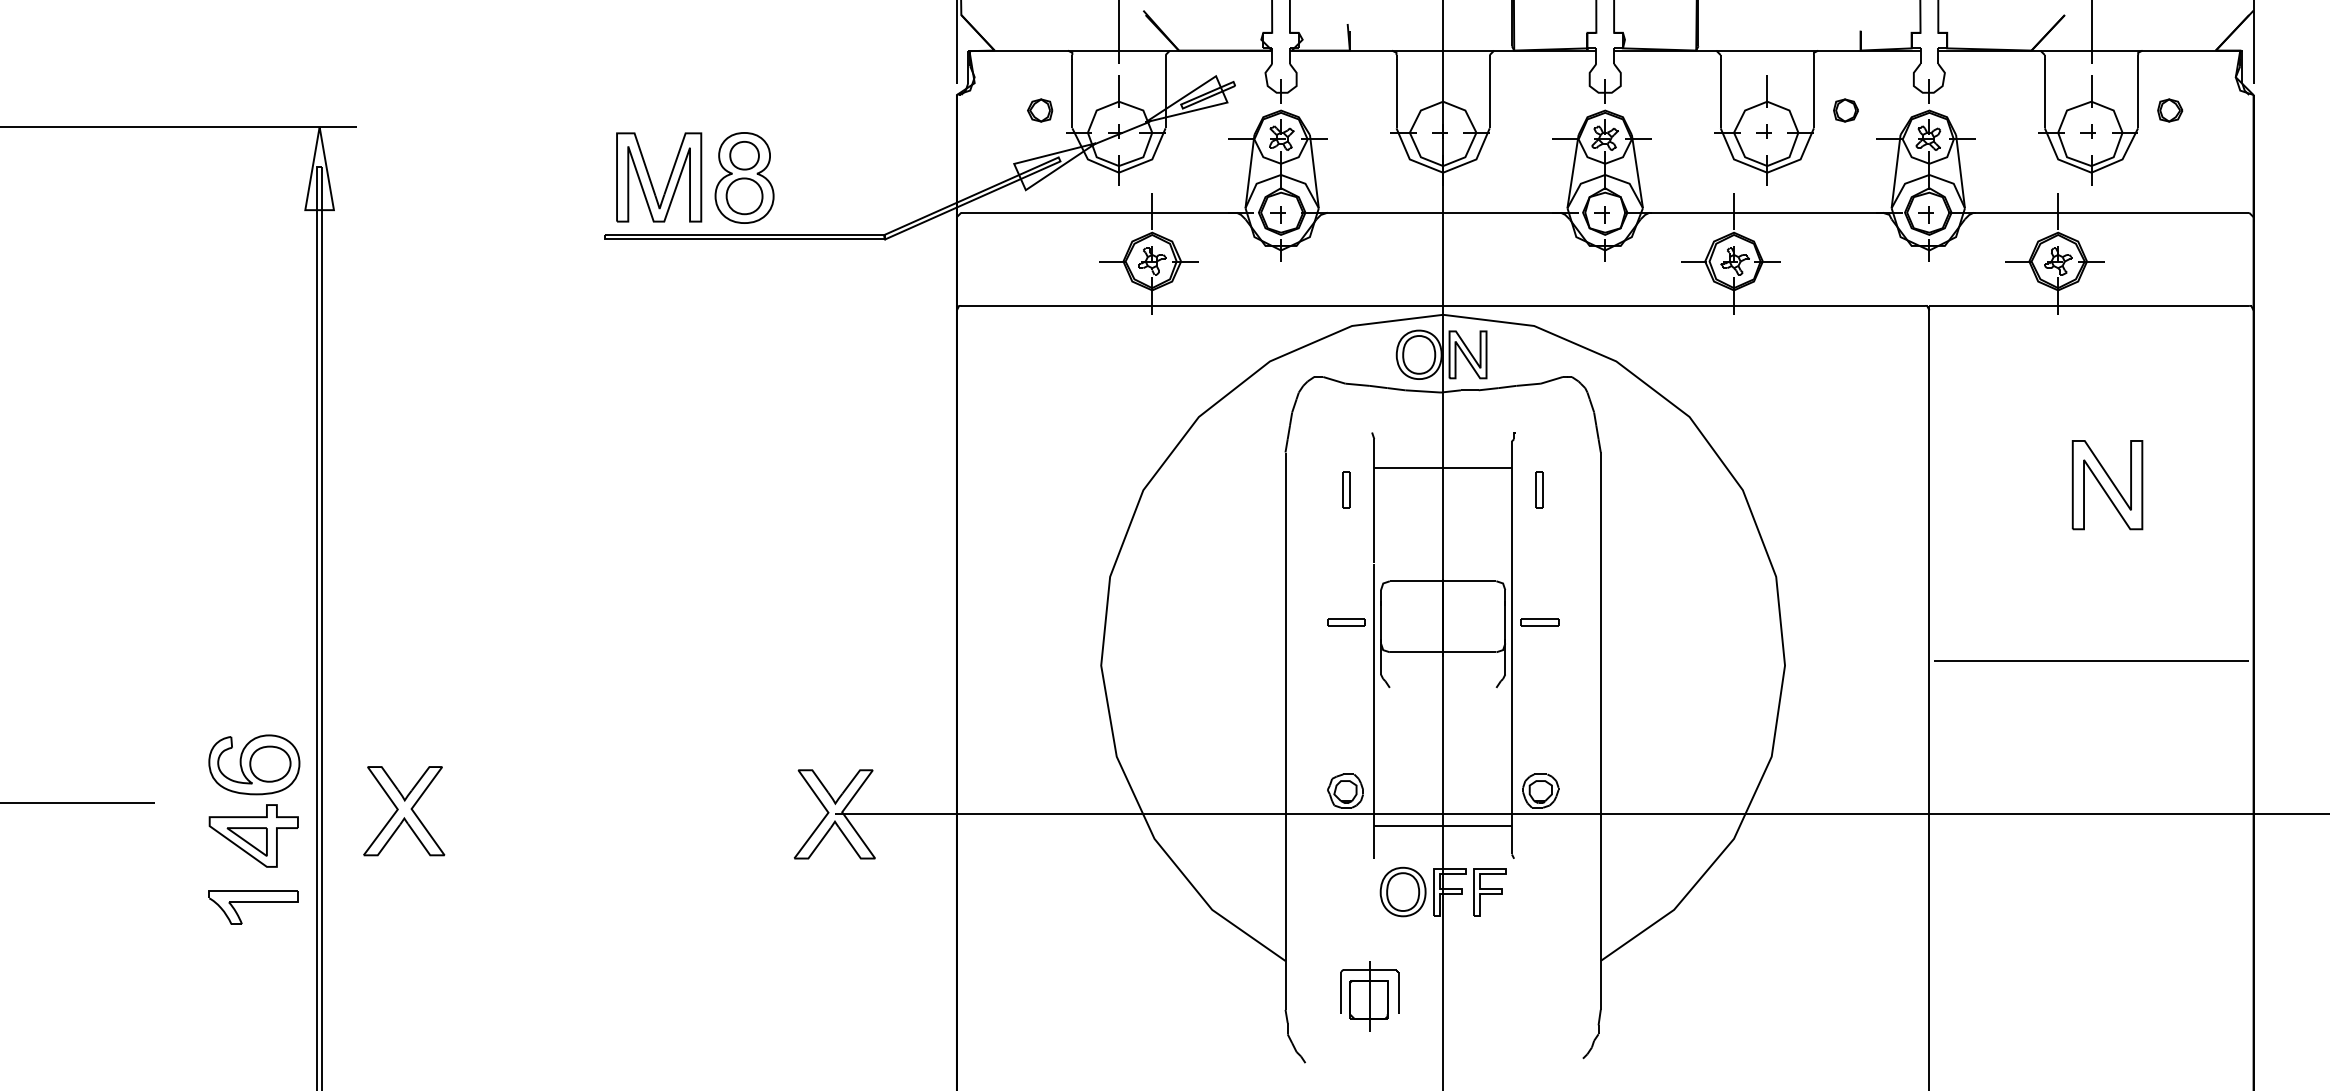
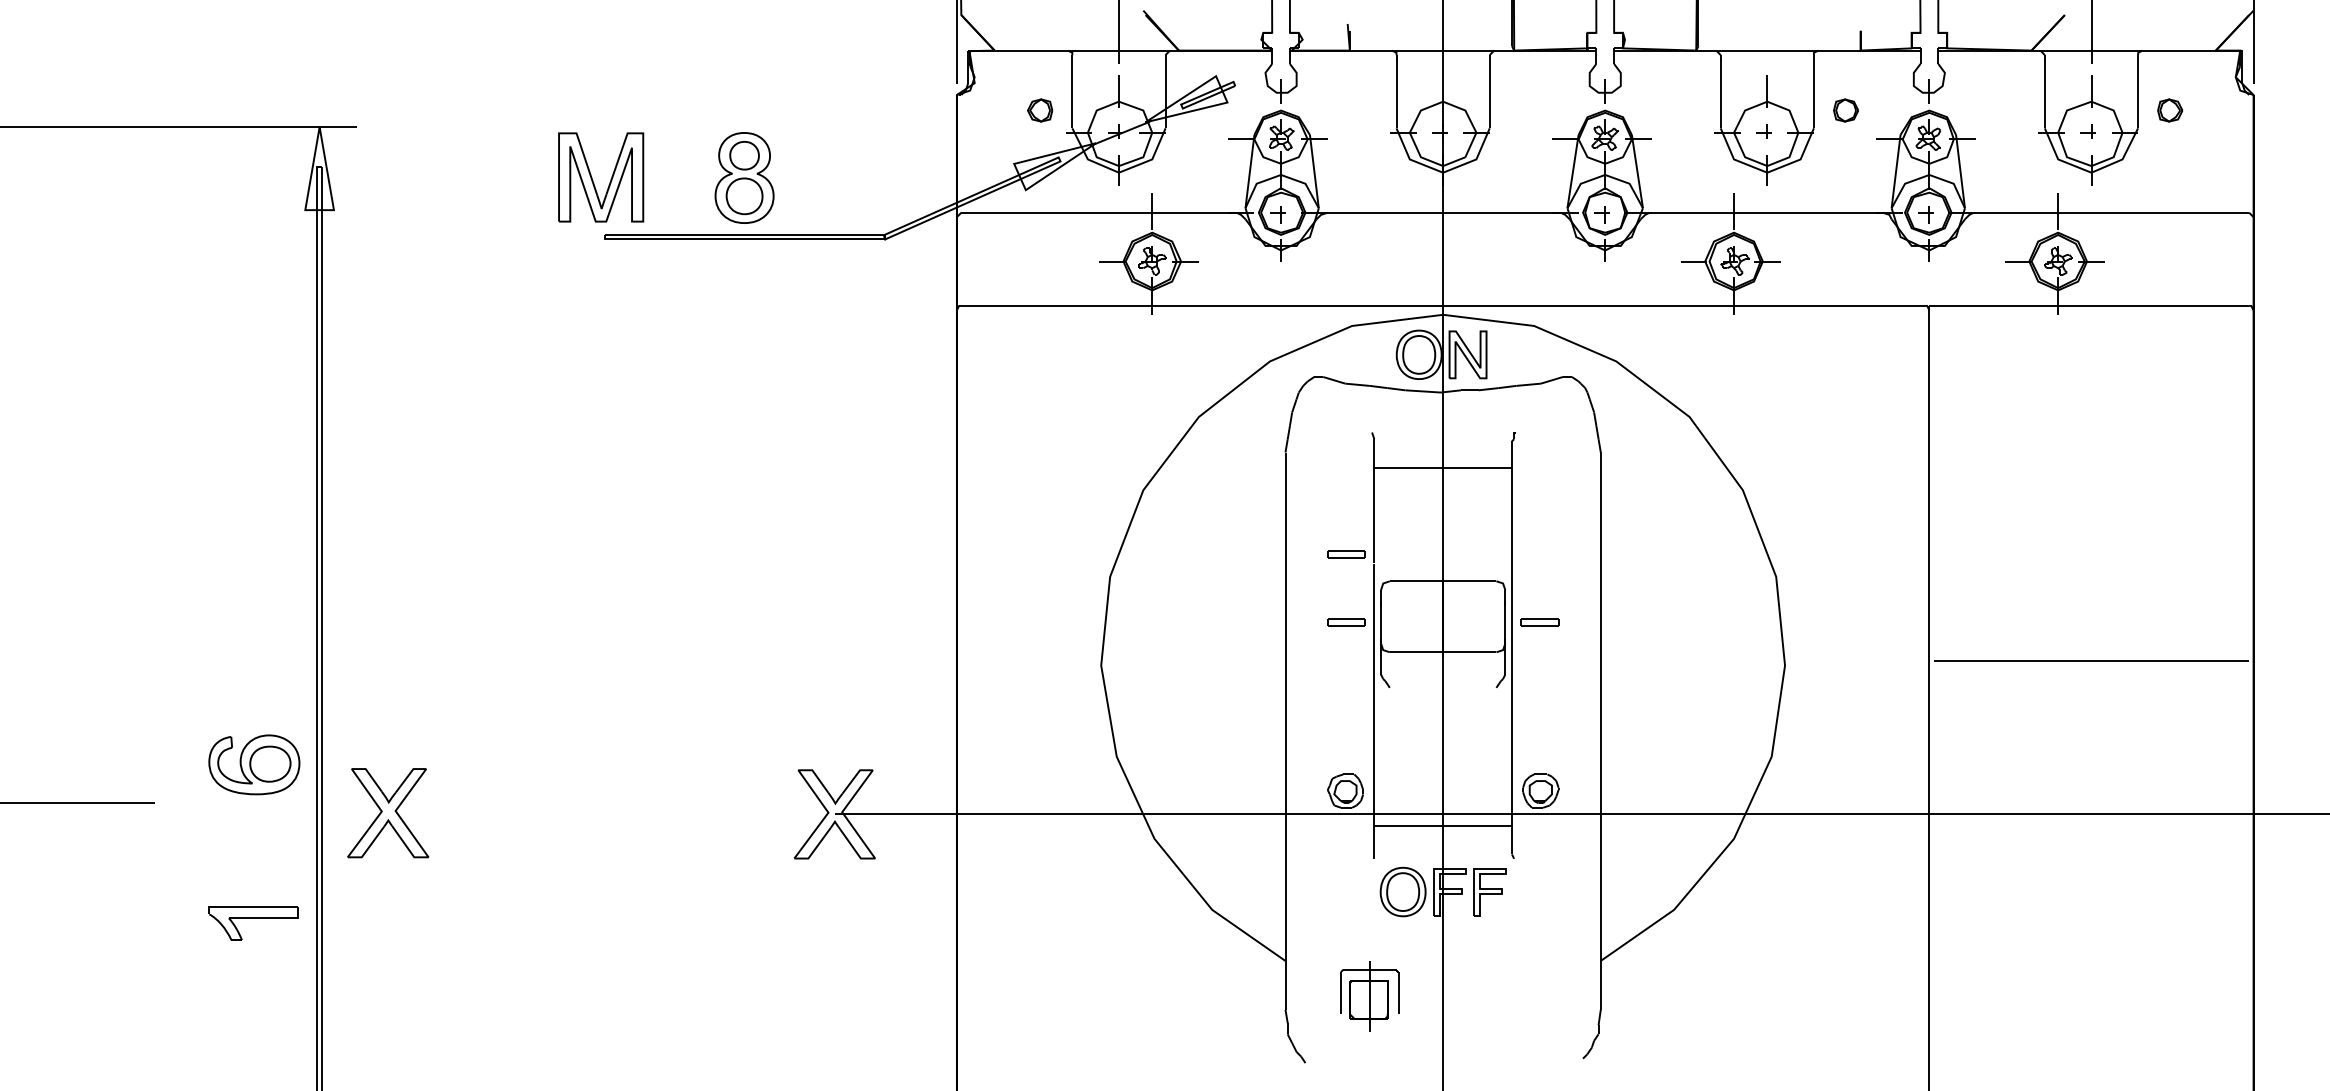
part at (651, 180) position: (651, 180) -> (593, 180)
part at (2107, 485): present -> none
part at (1346, 489): present -> none
part at (1539, 489): present -> none
part at (1346, 554): none -> present
part at (404, 811) position: (404, 811) -> (388, 813)
part at (253, 835): present -> none
part at (253, 907) position: (253, 907) -> (253, 923)
